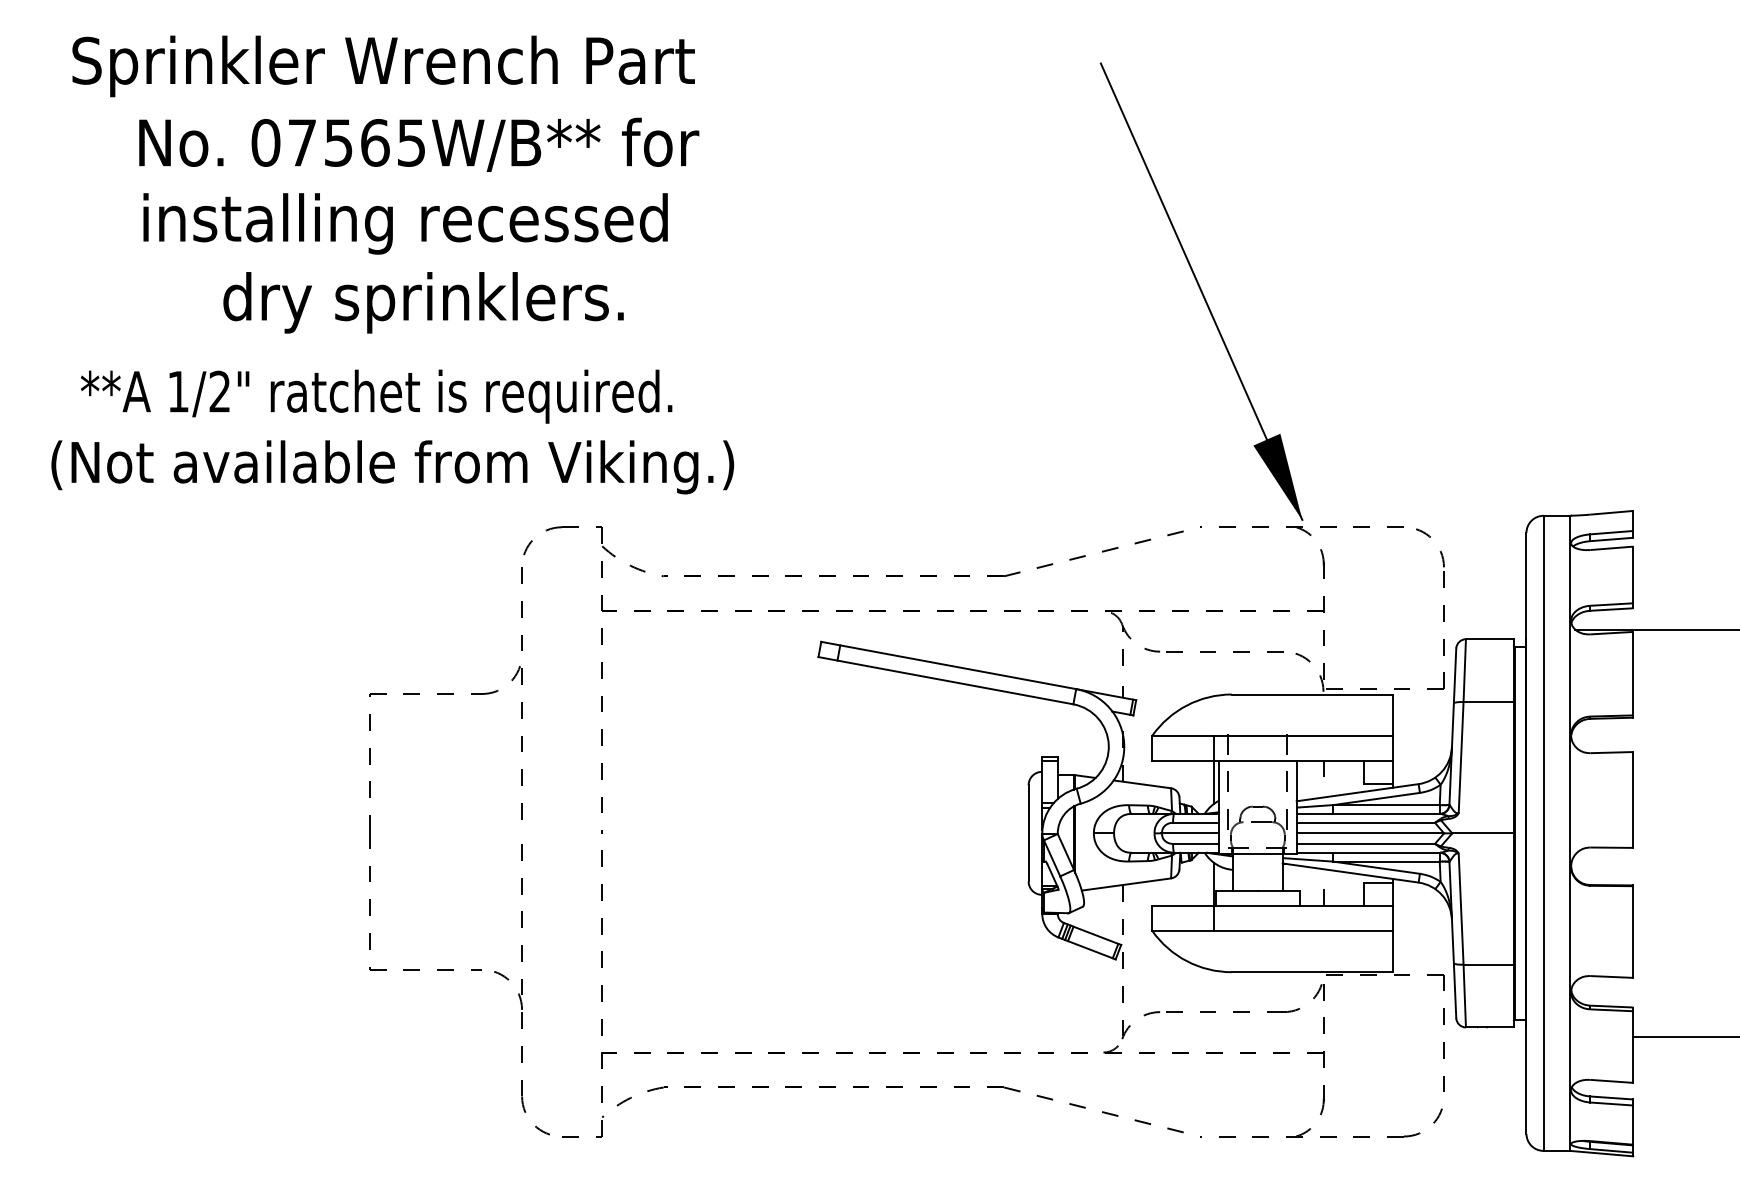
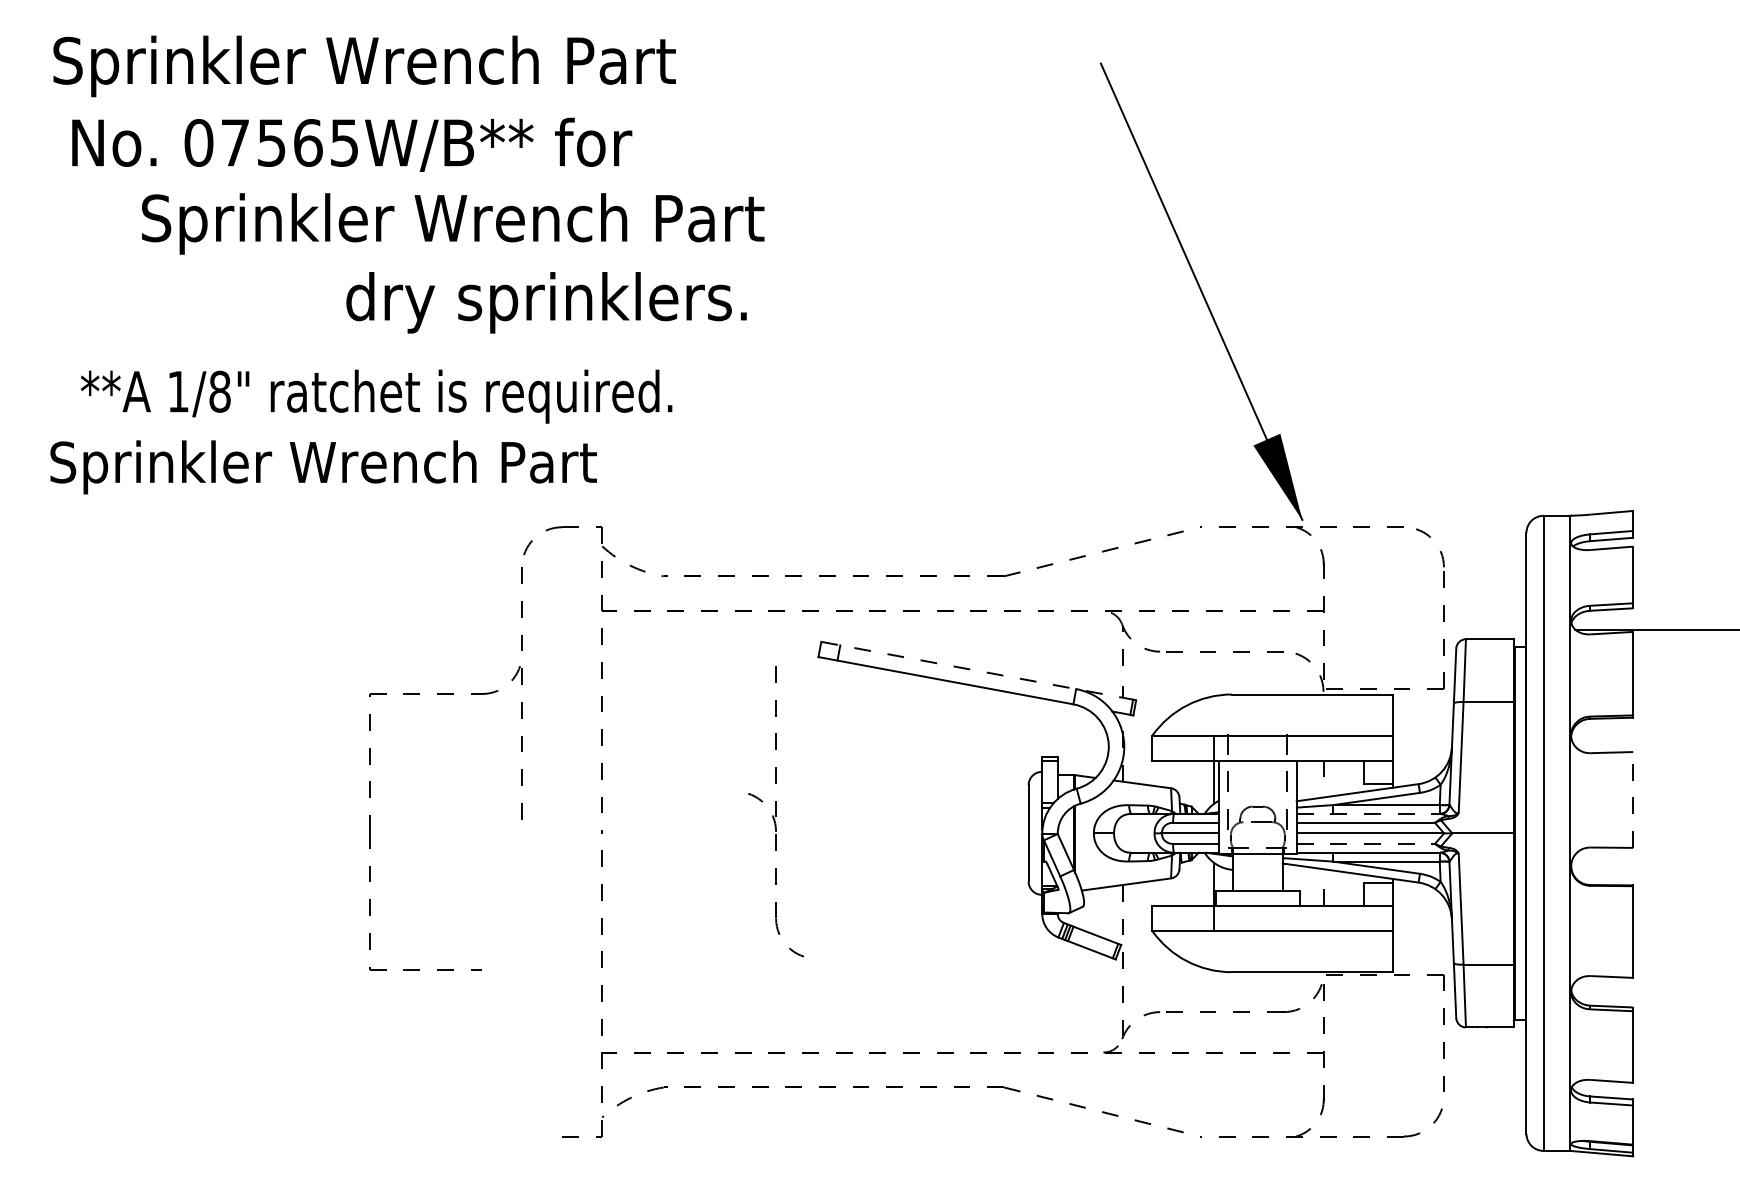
text at (383, 66) position: (383, 66) -> (364, 66)
text at (419, 144) position: (419, 144) -> (352, 144)
text at (453, 223): installing recessed -> Sprinkler Wrench Part
text at (423, 302) position: (423, 302) -> (546, 302)
text at (219, 391): 1/2" -> 1/8"
text at (392, 467): (Not available from Viking.) -> Sprinkler Wrench Part
line at (979, 671): solid -> dashed
line at (1633, 799): solid -> dashed
line at (1368, 813): solid -> dashed
line at (1366, 843): solid -> dashed
part at (521, 989) position: (521, 989) -> (775, 811)
line at (1684, 1037): present -> none
